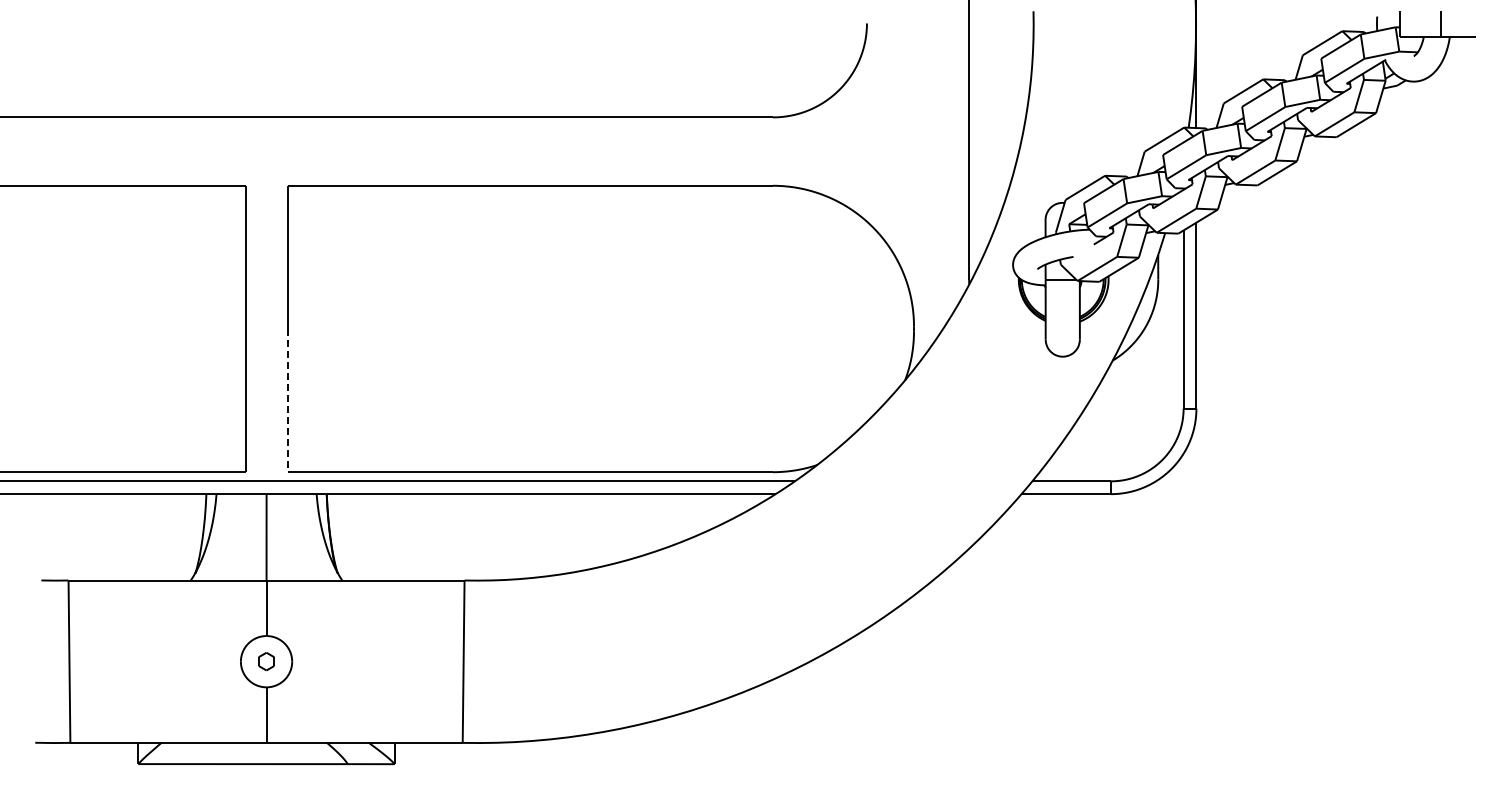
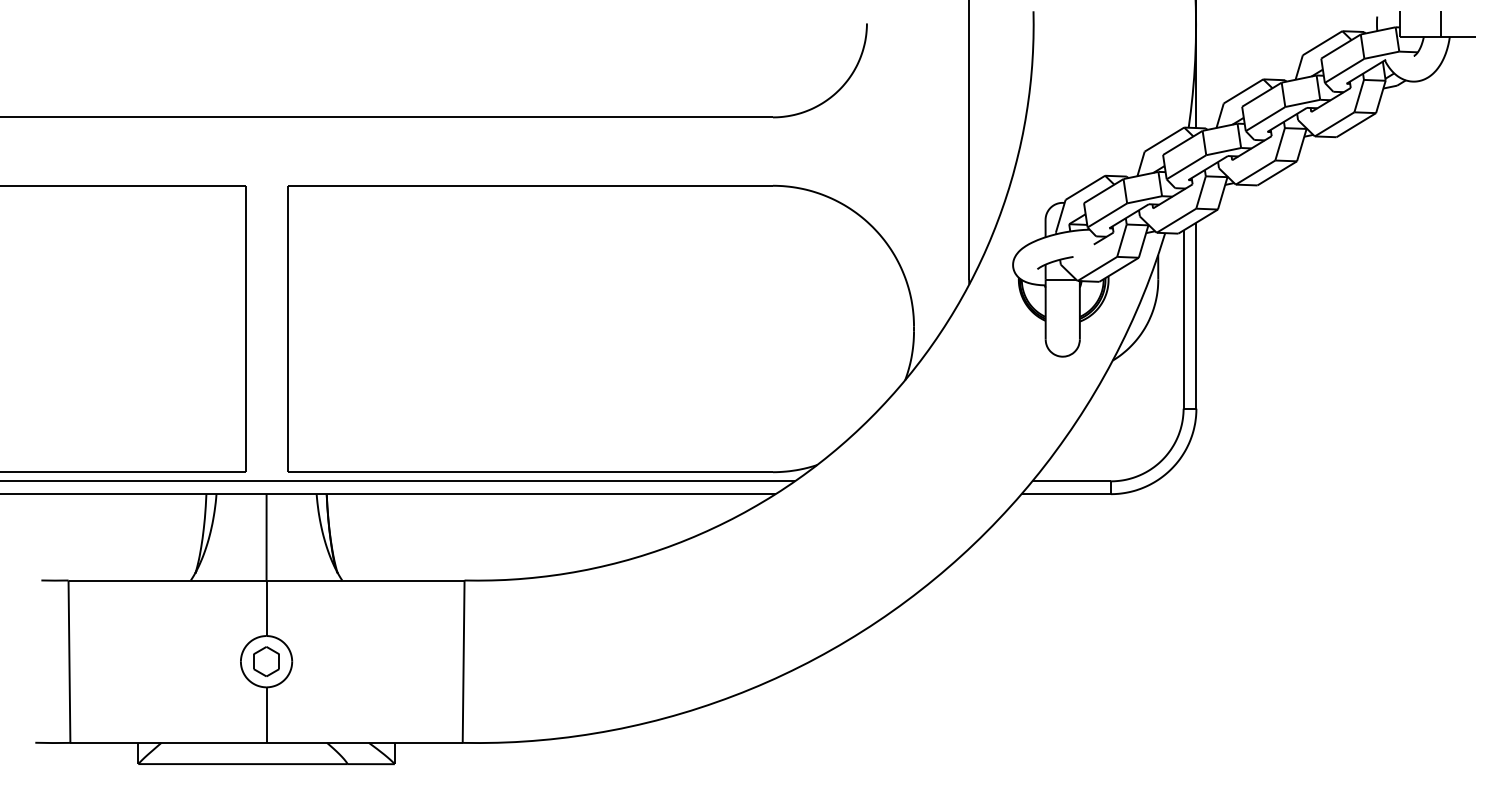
line at (288, 400): dashed -> solid
part at (266, 661) size: 17x19 px -> 27x31 px
